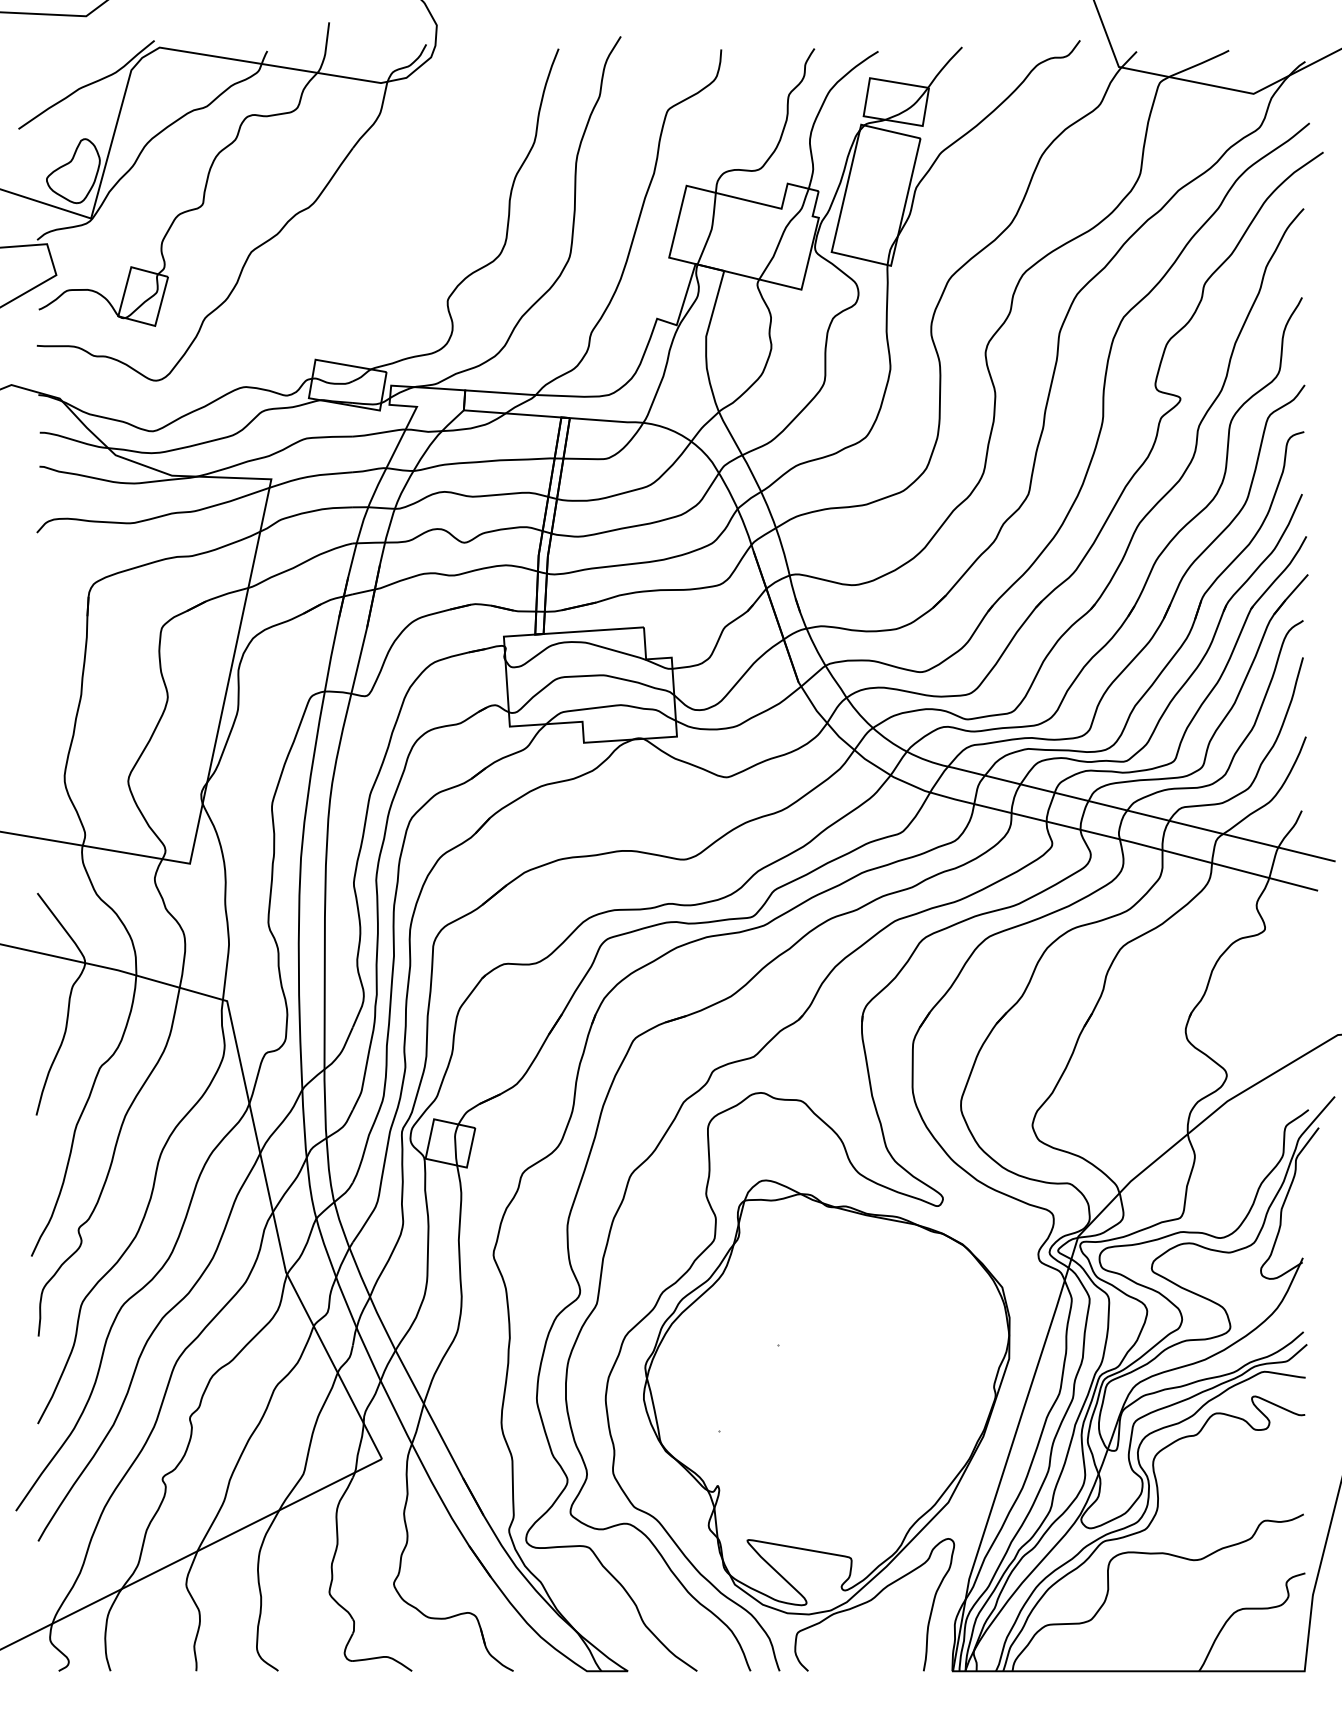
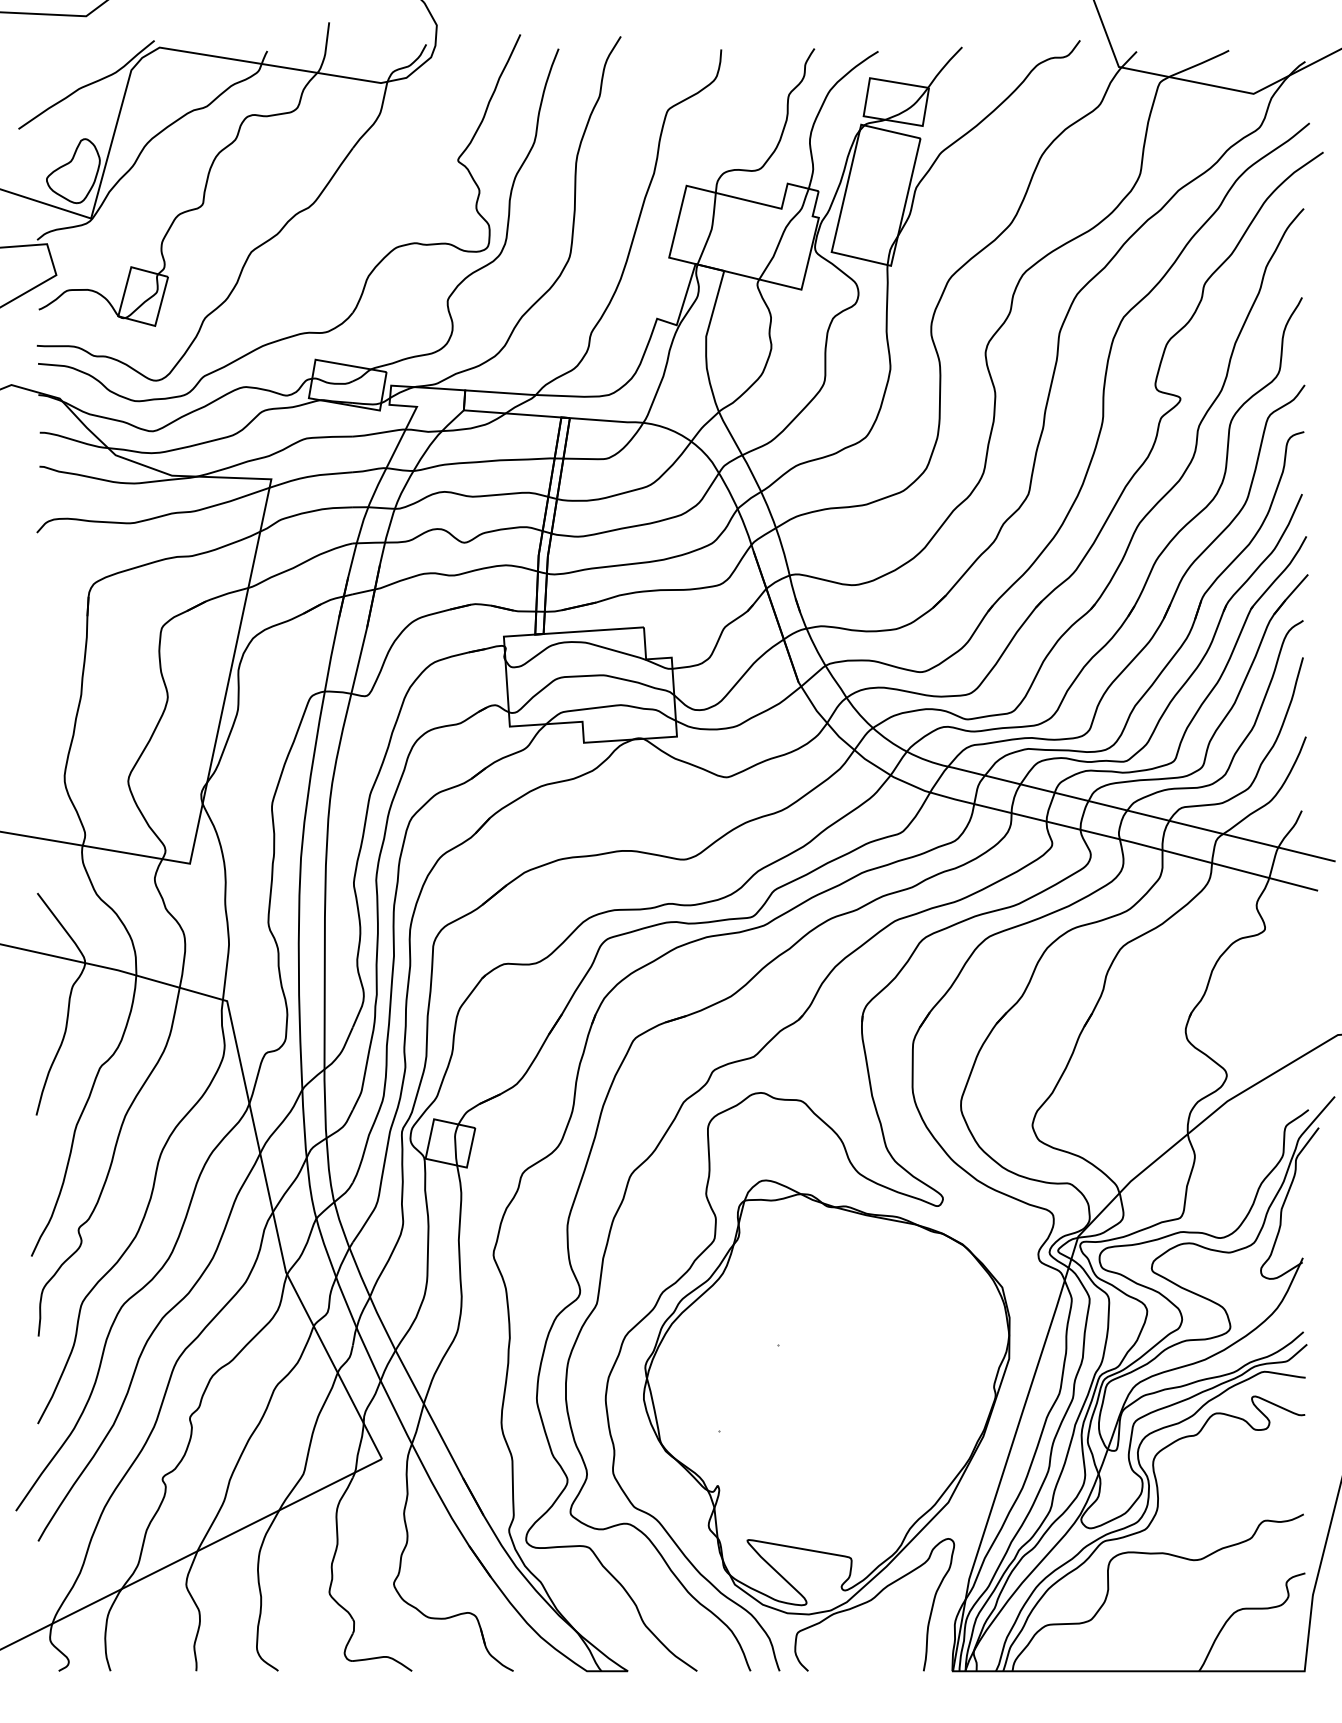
part at (368, 274): none -> present
